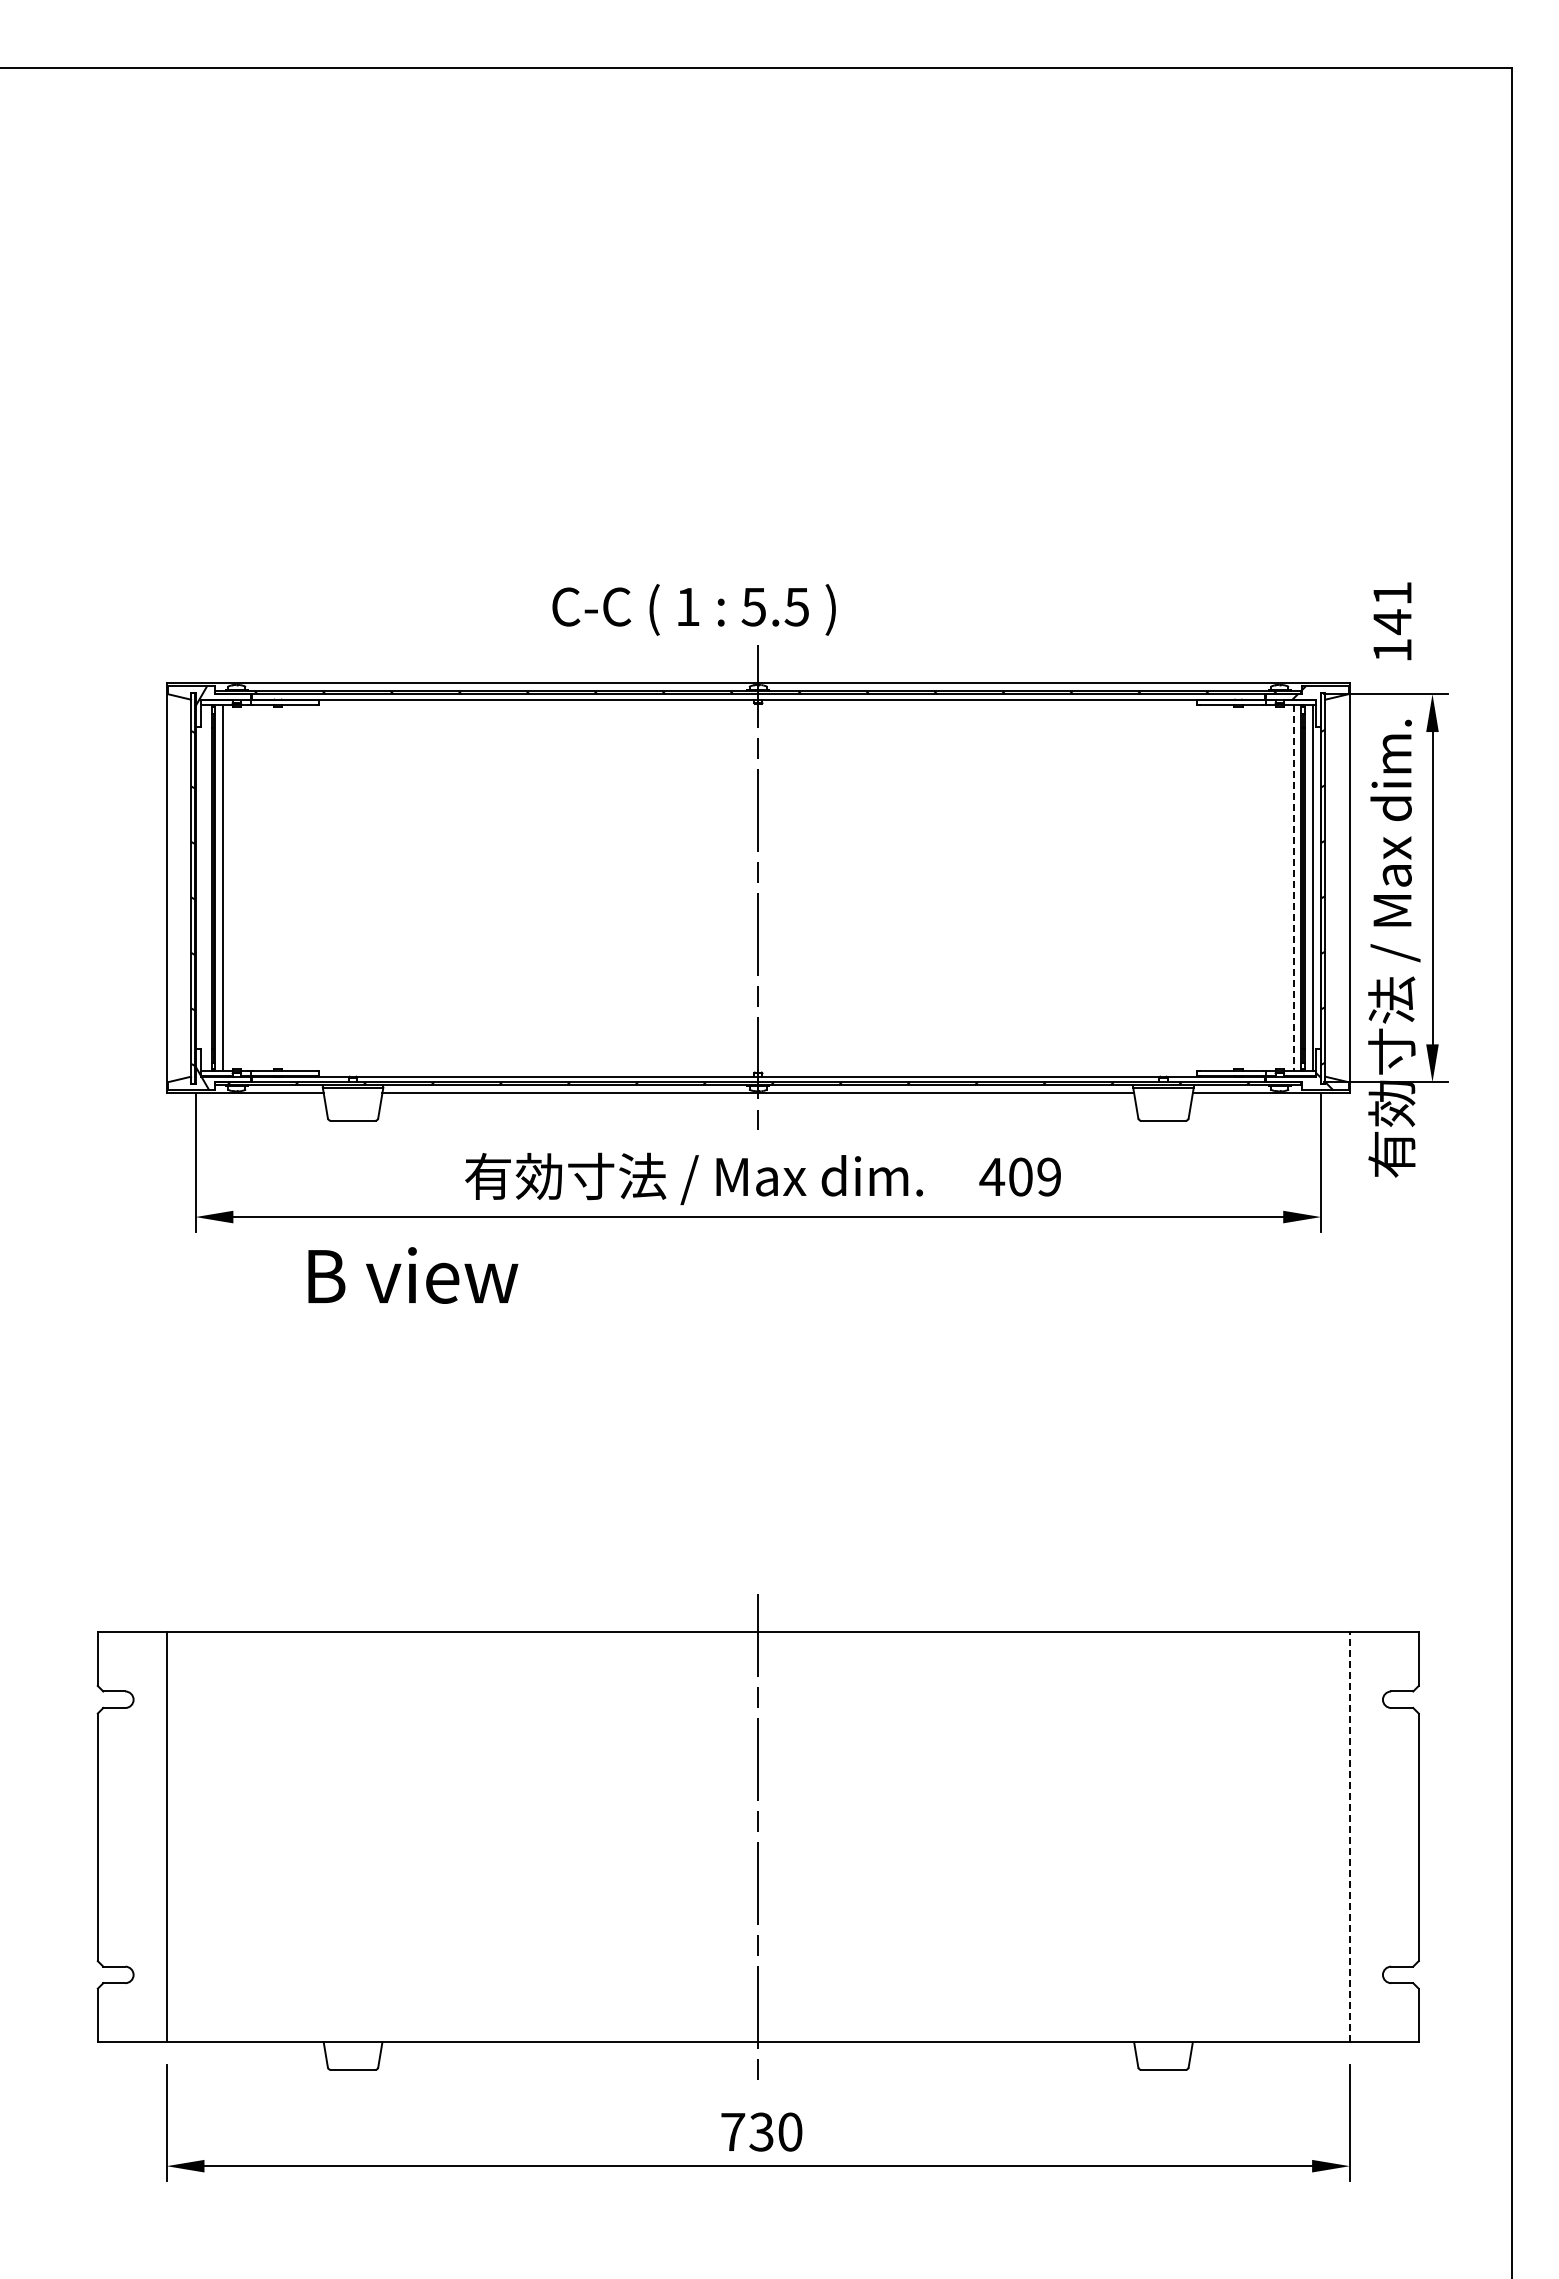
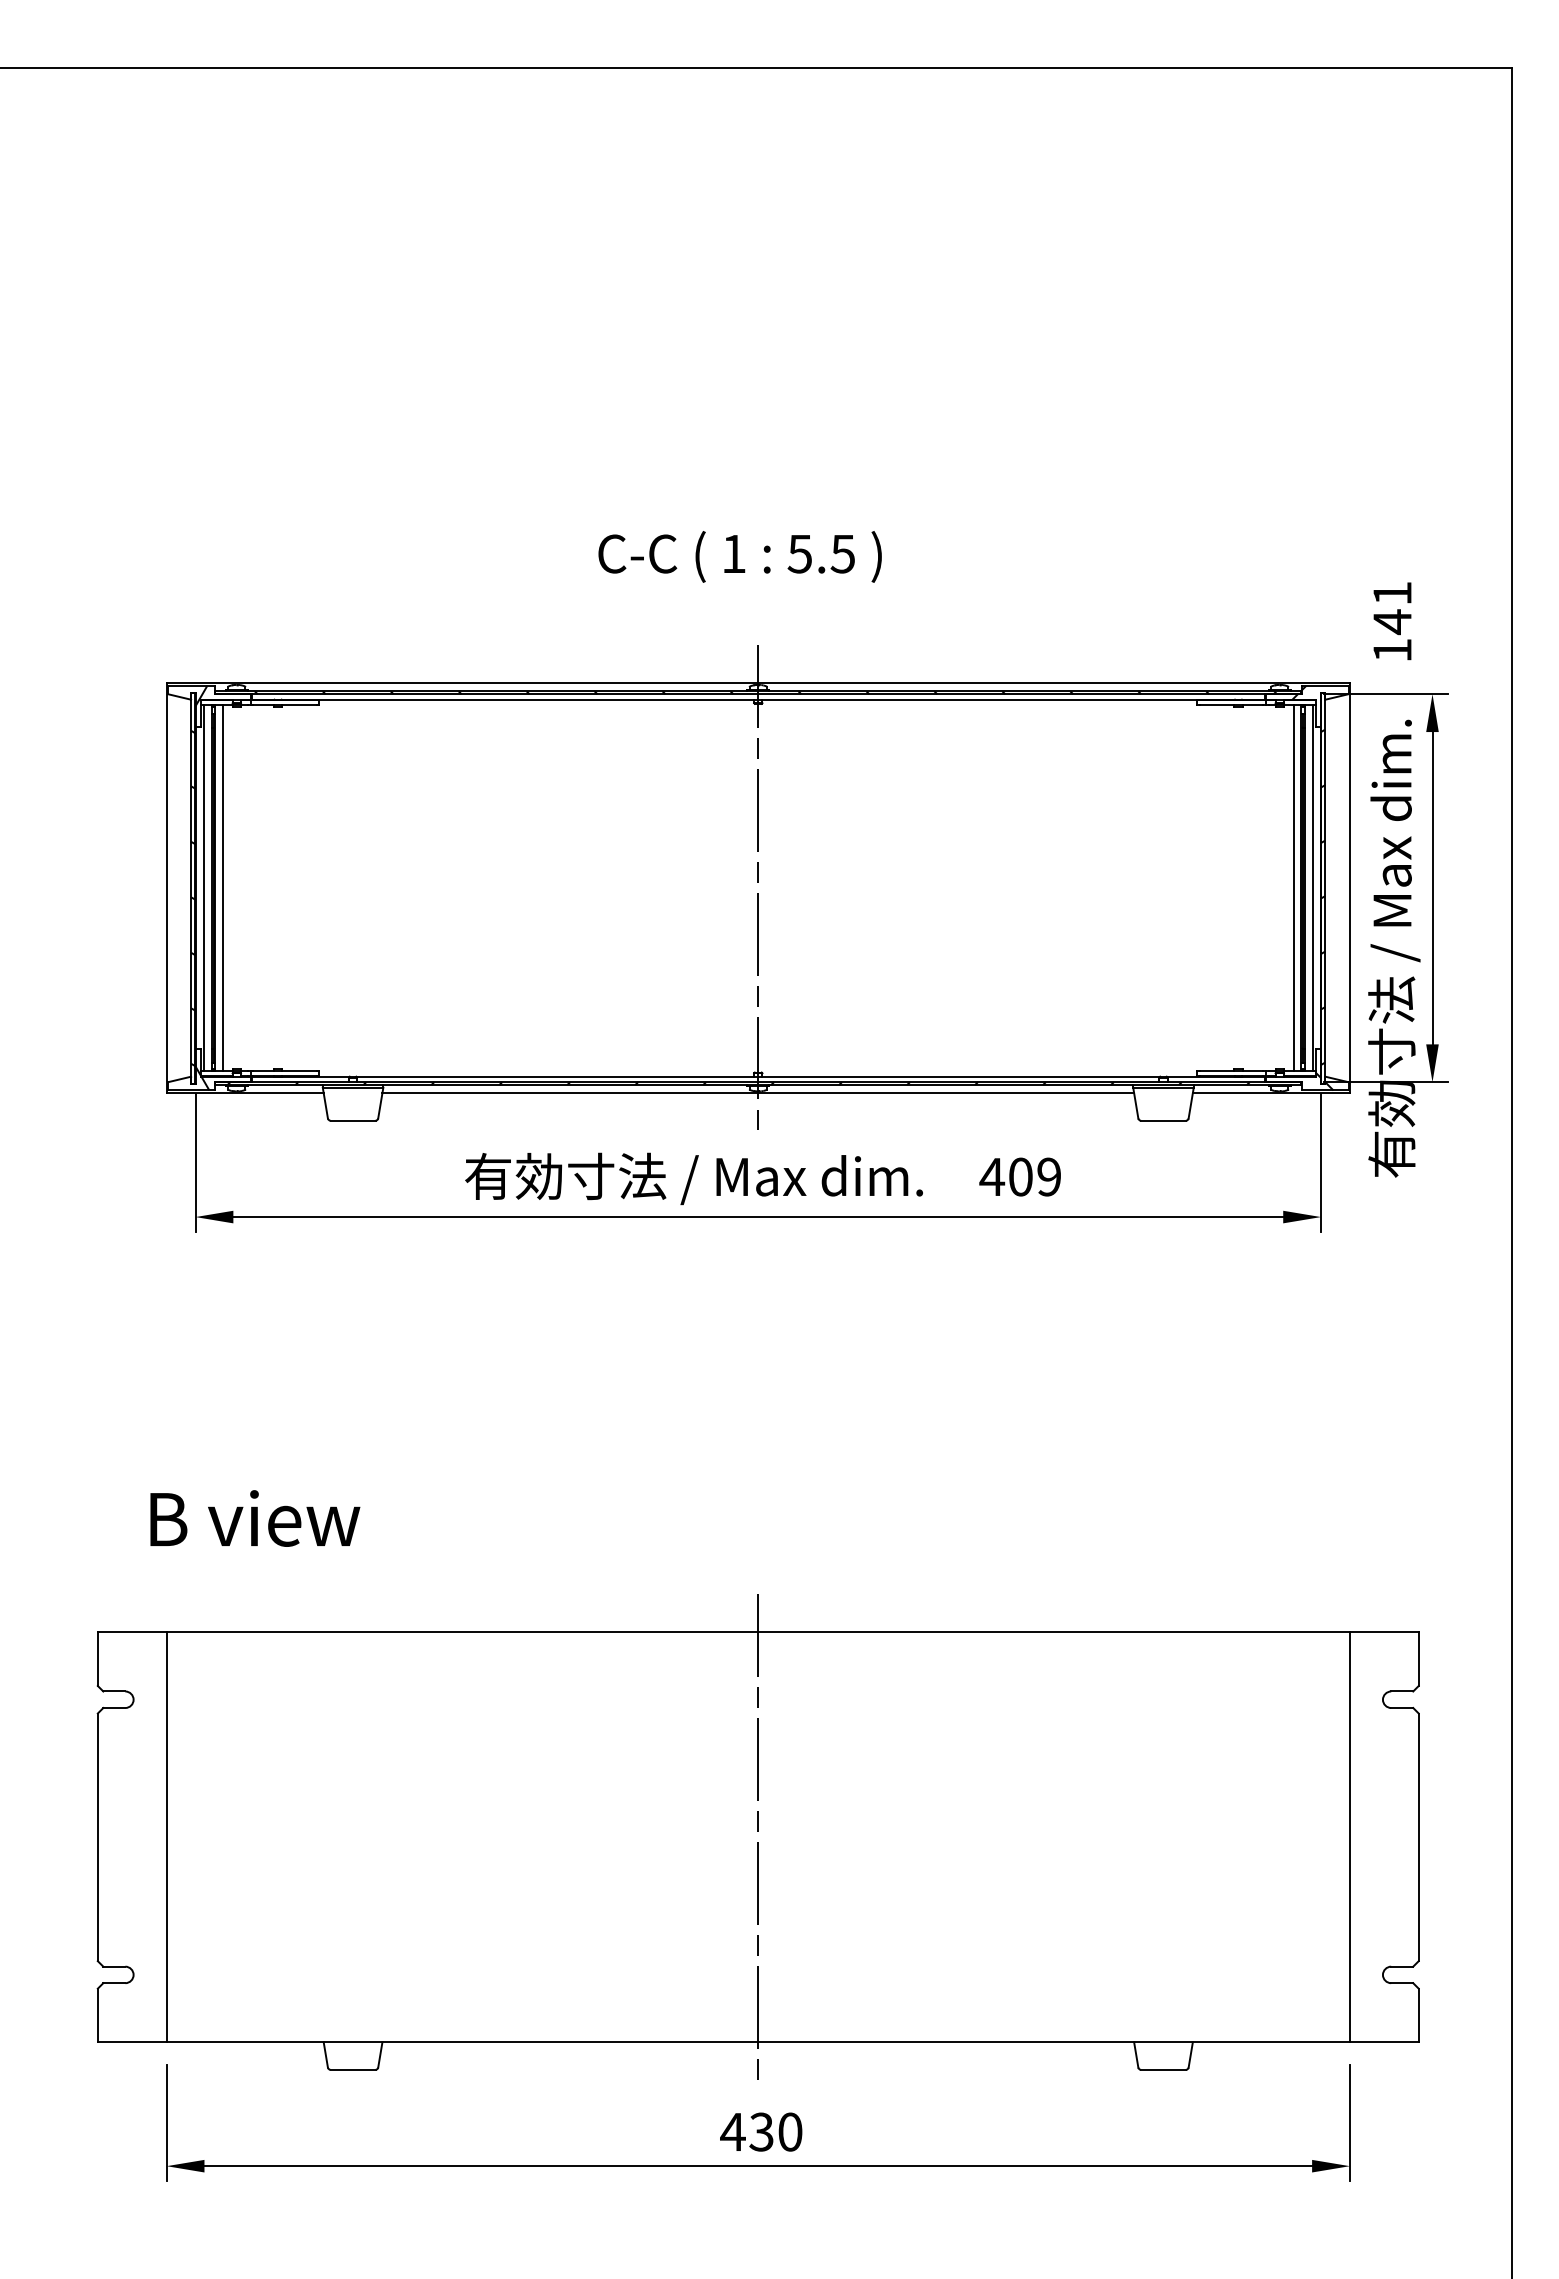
text at (693, 609) position: (693, 609) -> (739, 556)
line at (203, 887): none -> present
line at (1293, 888): dashed -> solid
text at (413, 1275) position: (413, 1275) -> (255, 1518)
line at (1349, 1836): dashed -> solid
text at (732, 2131): 730 -> 430
